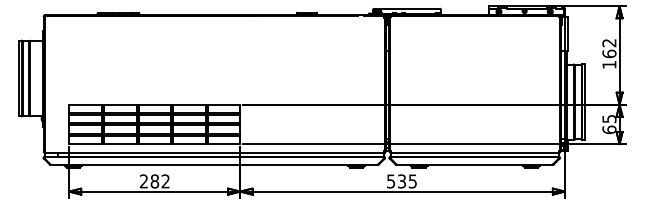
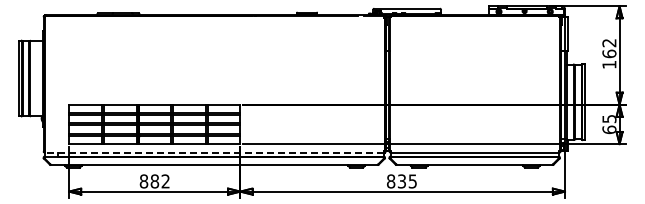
line at (214, 152): solid -> dashed
text at (143, 181): 282 -> 882
text at (391, 181): 535 -> 835
